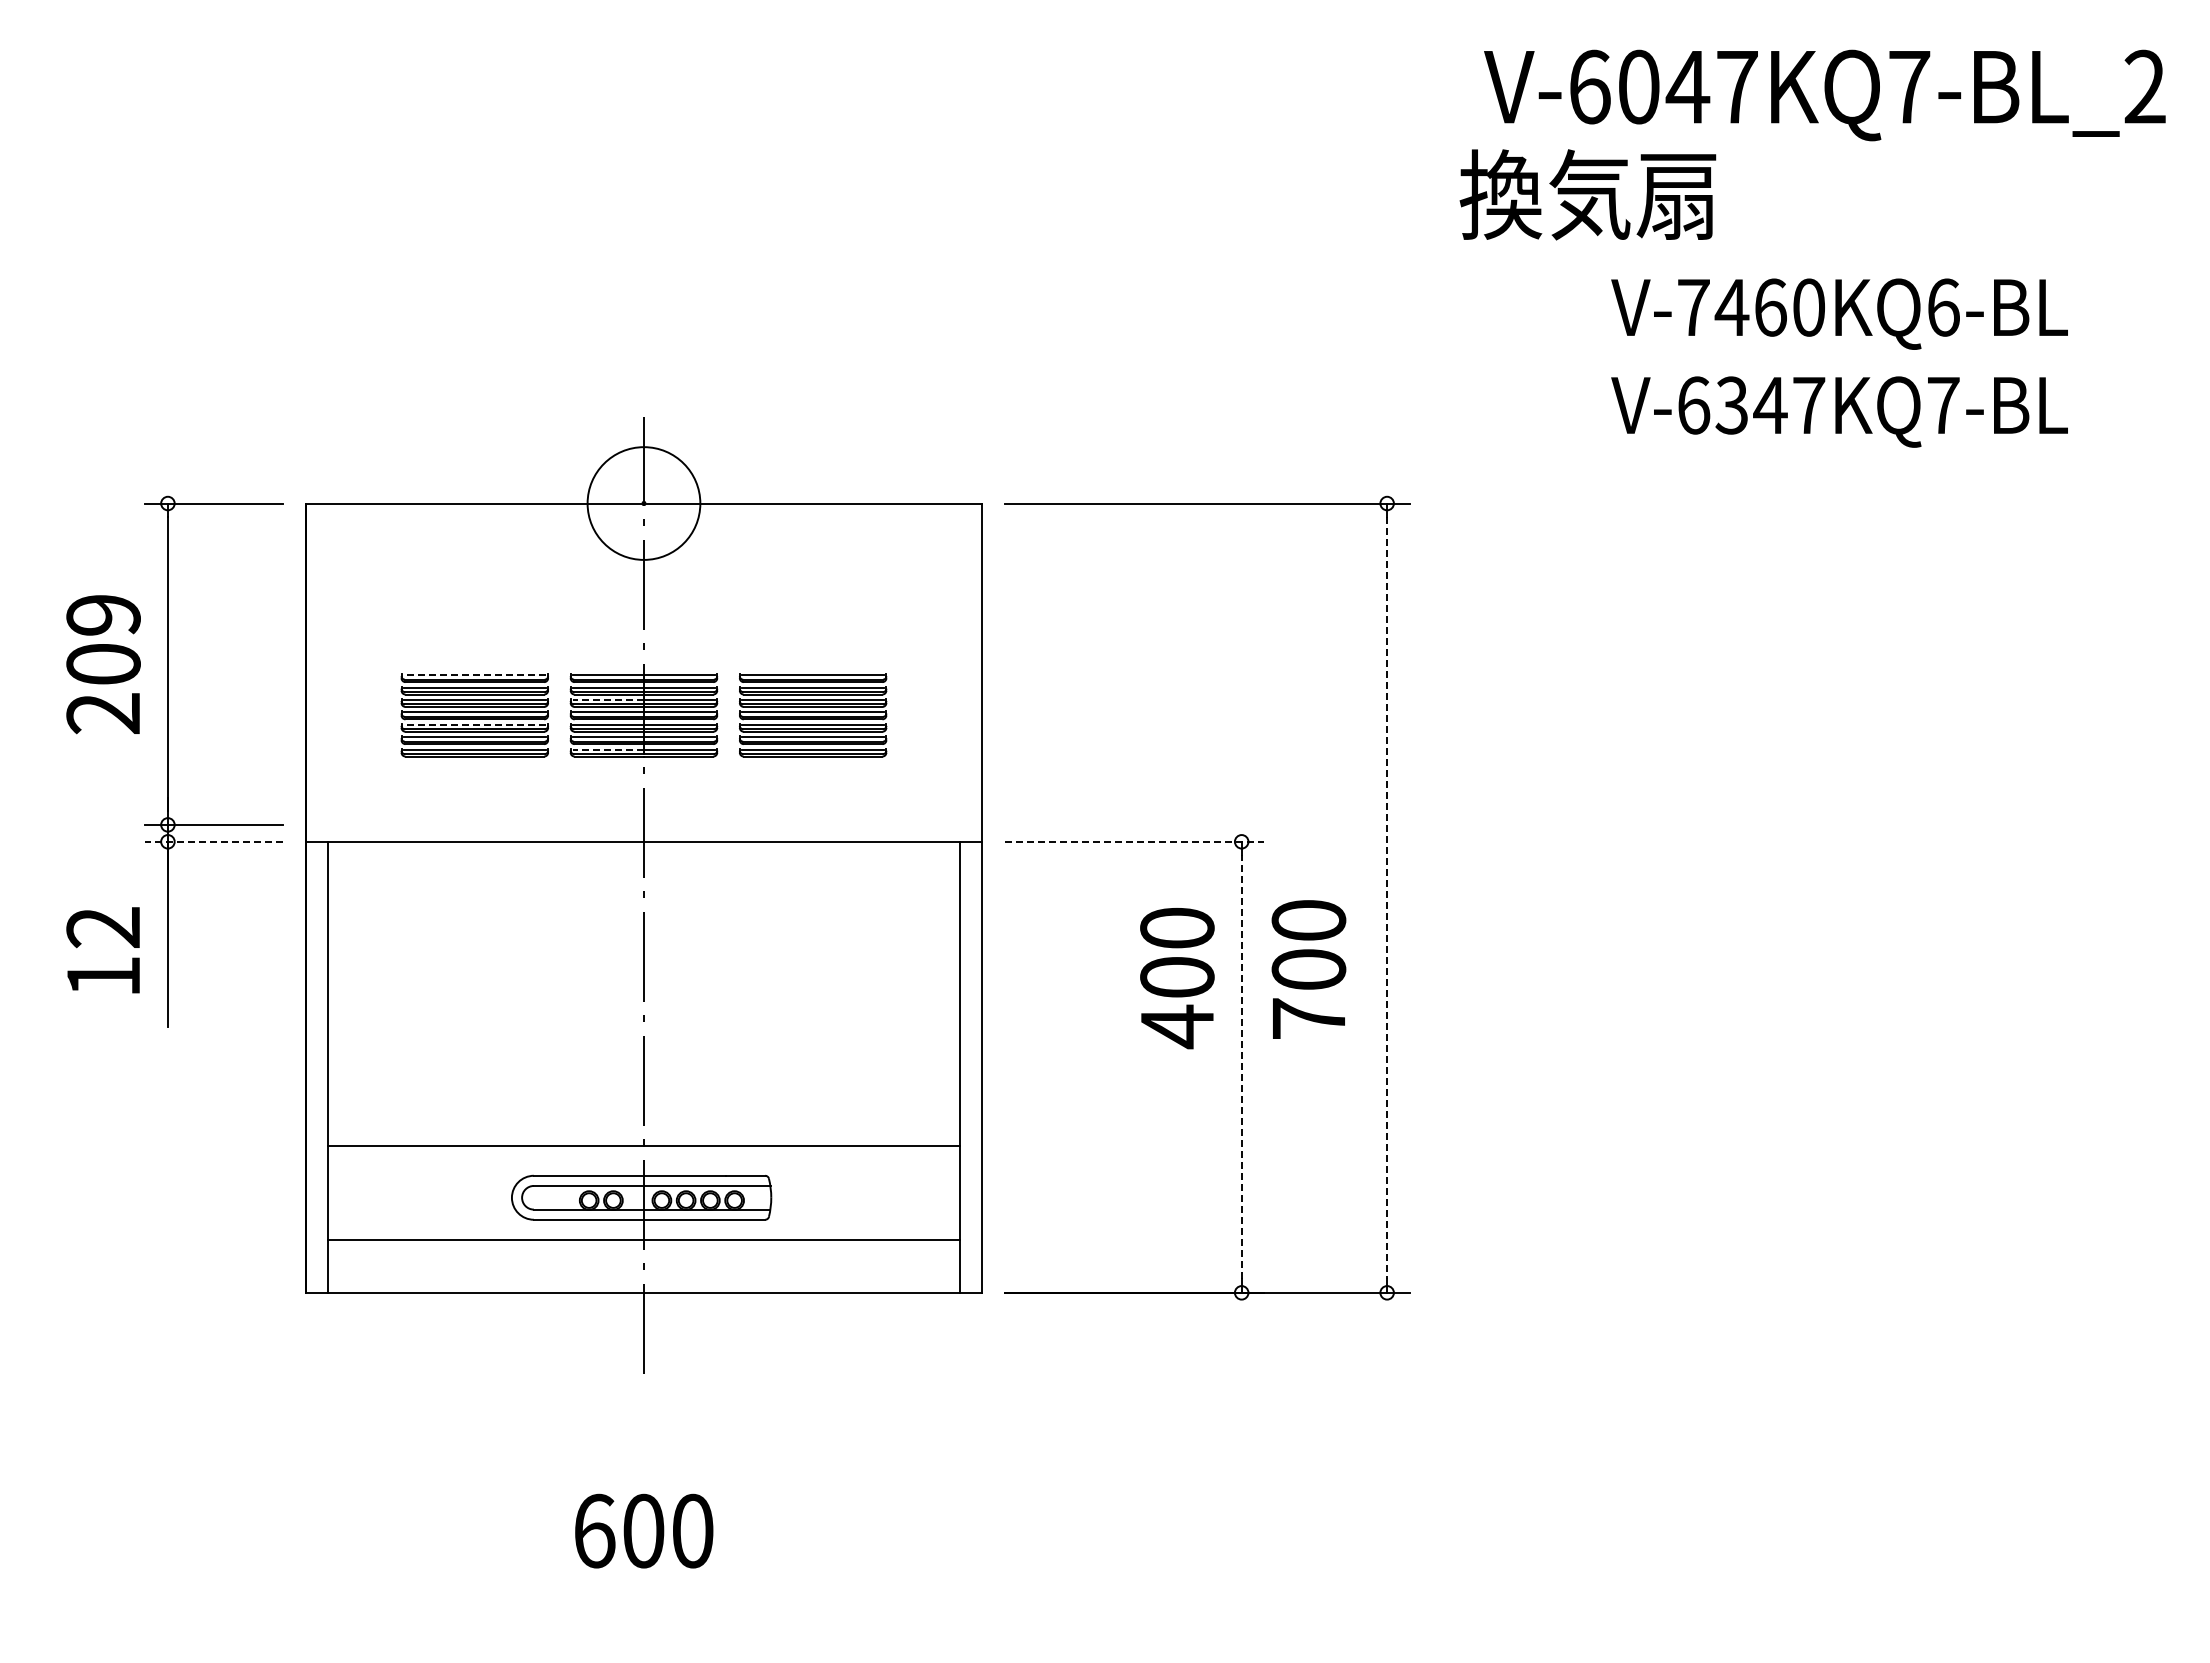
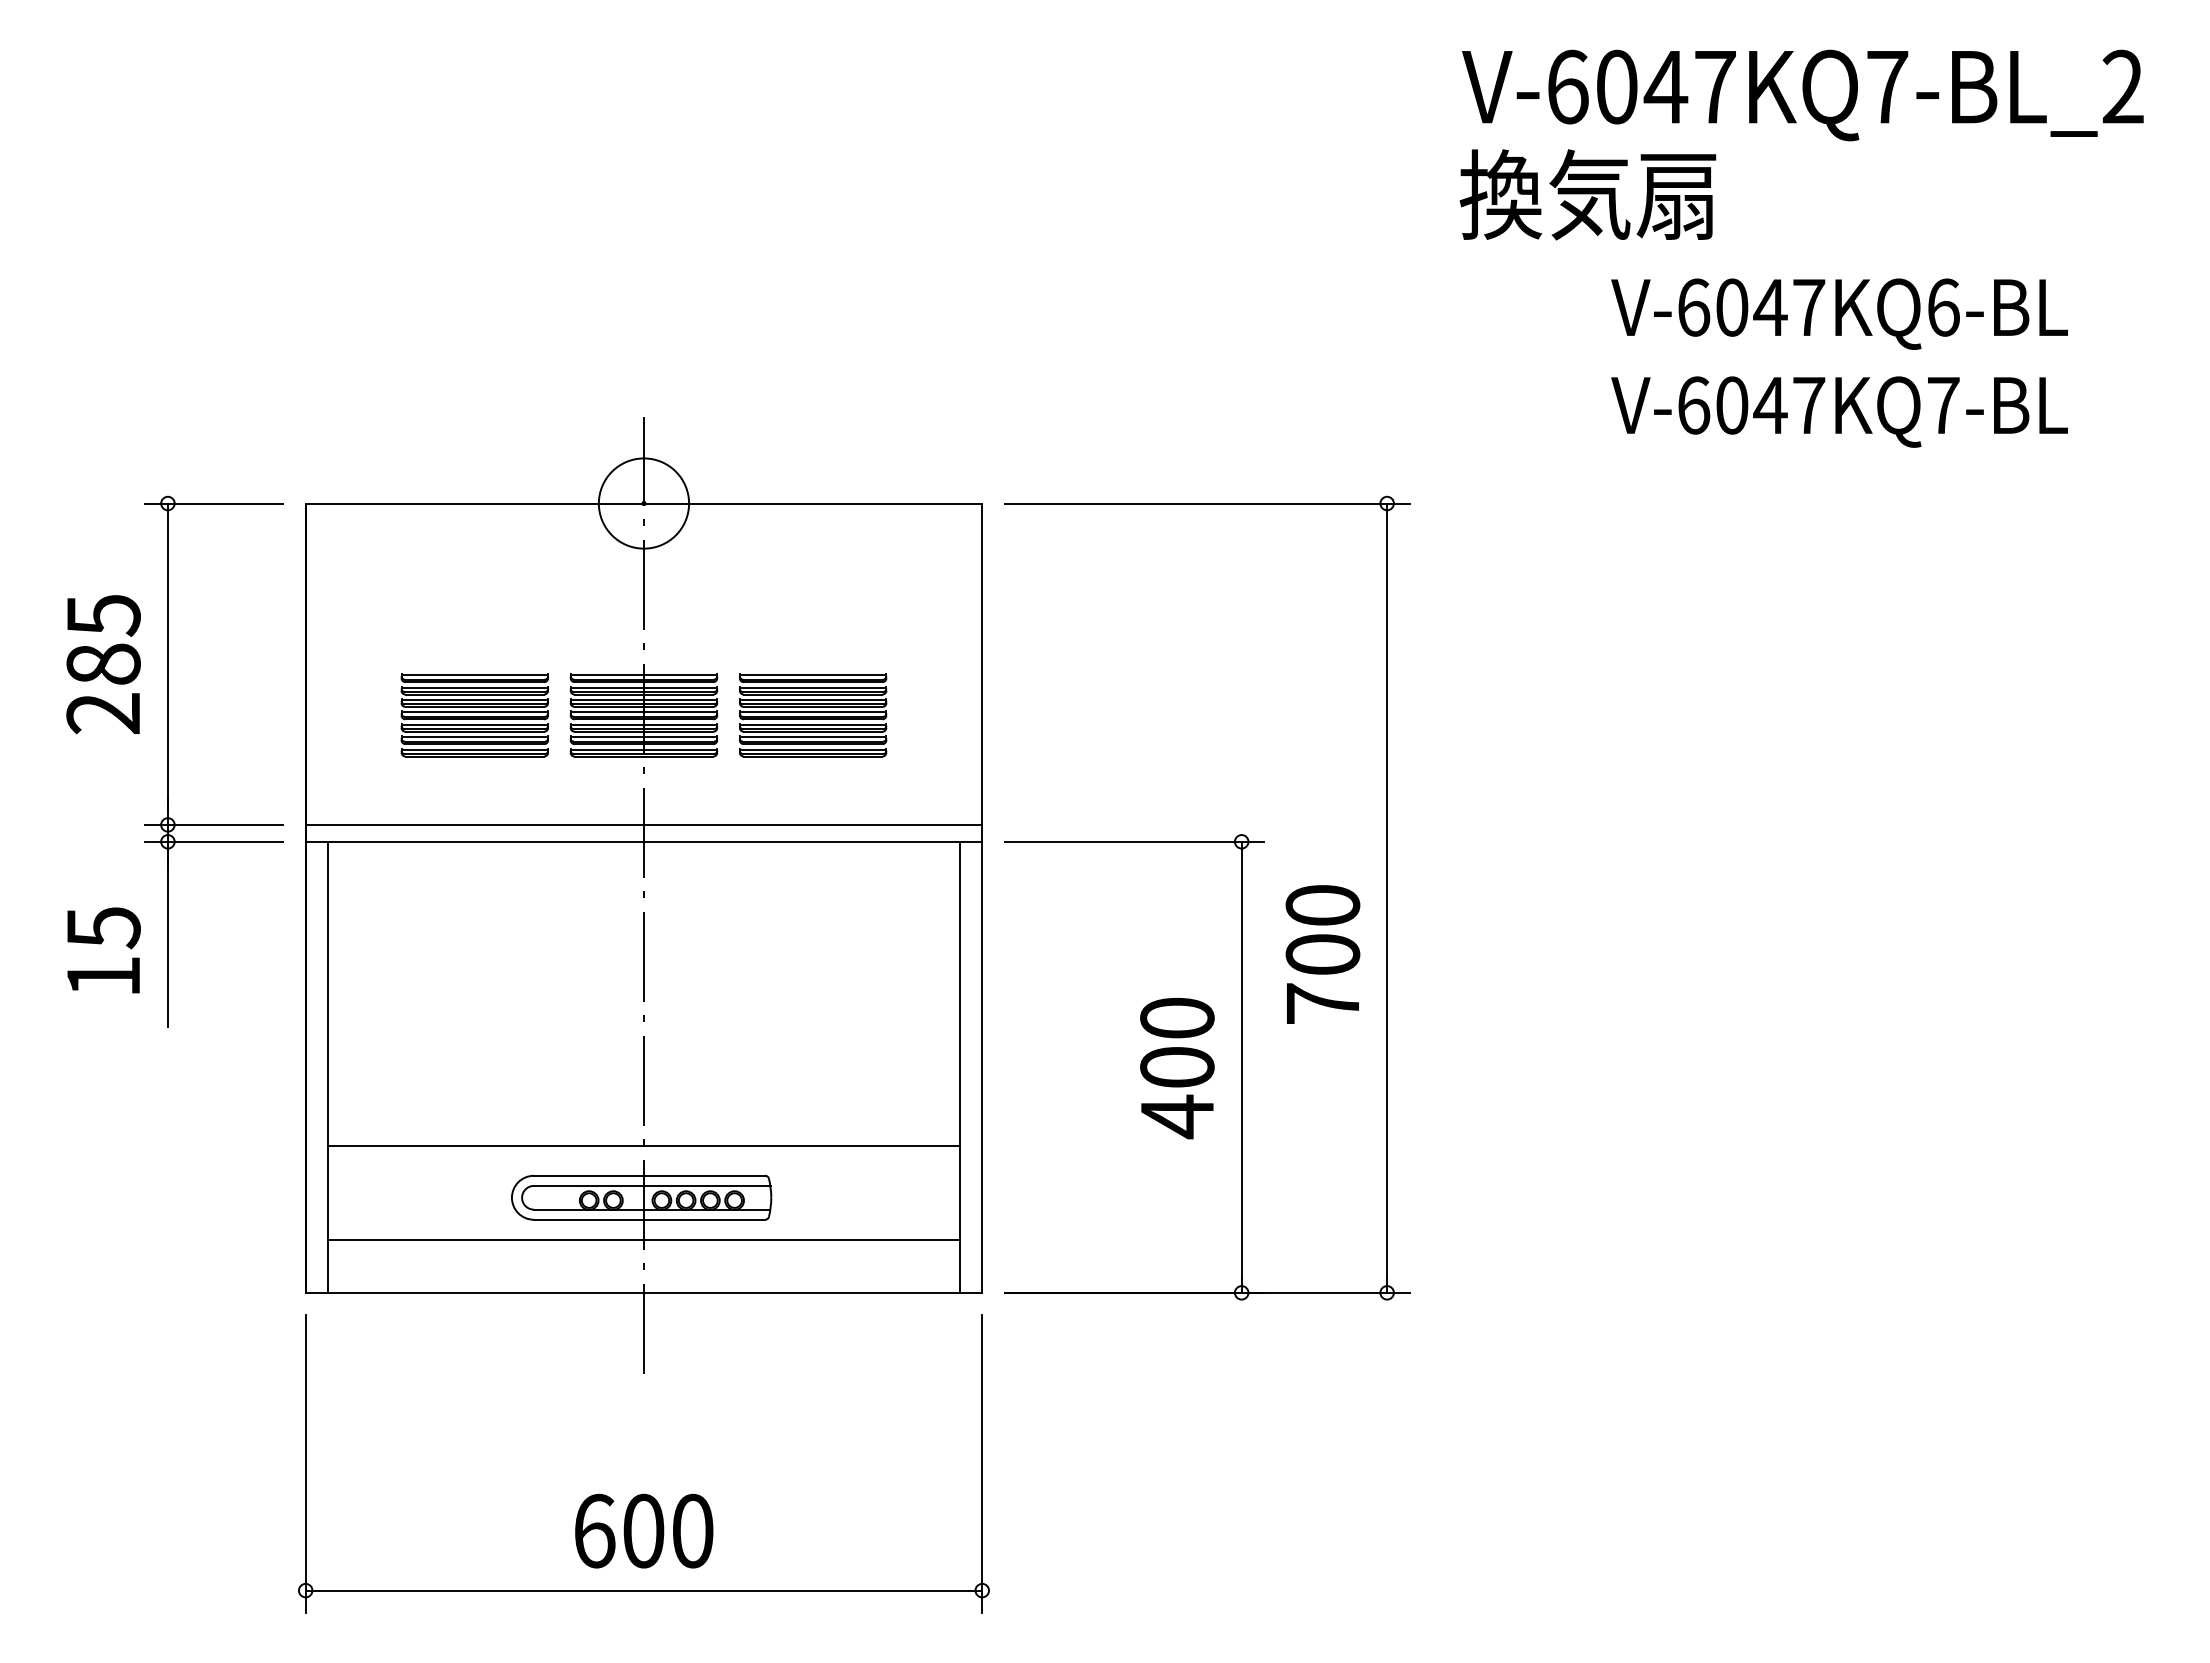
text at (1824, 95) position: (1824, 95) -> (1802, 95)
text at (1751, 307): V-7460KQ6-BL -> V-6047KQ6-BL
text at (1731, 405): V-6347KQ7-BL -> V-6047KQ7-BL
circle at (643, 503) diameter: 113 px -> 90 px
text at (103, 639): 209 -> 285
line at (474, 675): dashed -> solid
line at (608, 699): dashed -> solid
line at (474, 724): dashed -> solid
line at (608, 749): dashed -> solid
line at (643, 824): none -> present
line at (214, 841): dashed -> solid
line at (1134, 841): dashed -> solid
line at (1387, 898): dashed -> solid
text at (103, 928): 12 -> 15
text at (1308, 969) position: (1308, 969) -> (1322, 954)
text at (1177, 978) position: (1177, 978) -> (1177, 1068)
line at (1241, 1067): dashed -> solid
part at (643, 1590): none -> present
